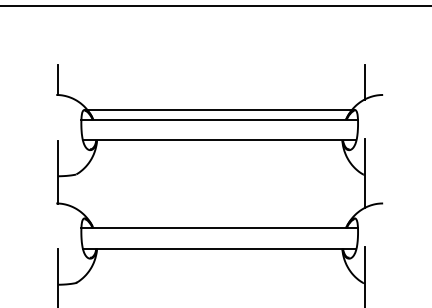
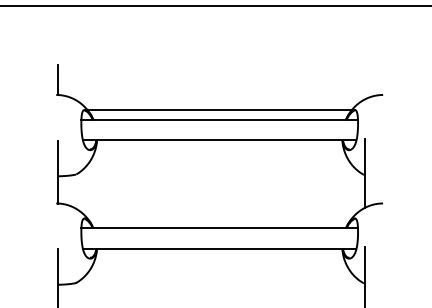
line at (364, 81): present -> none
